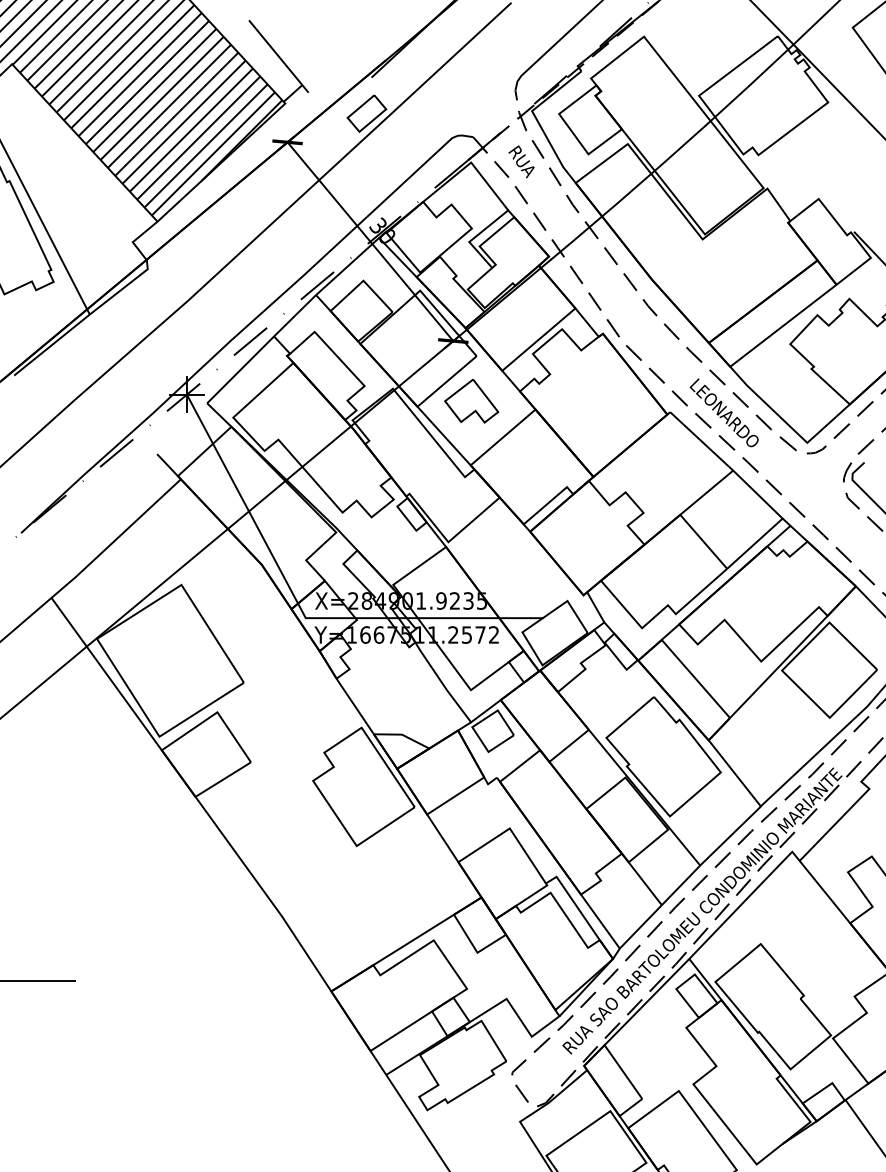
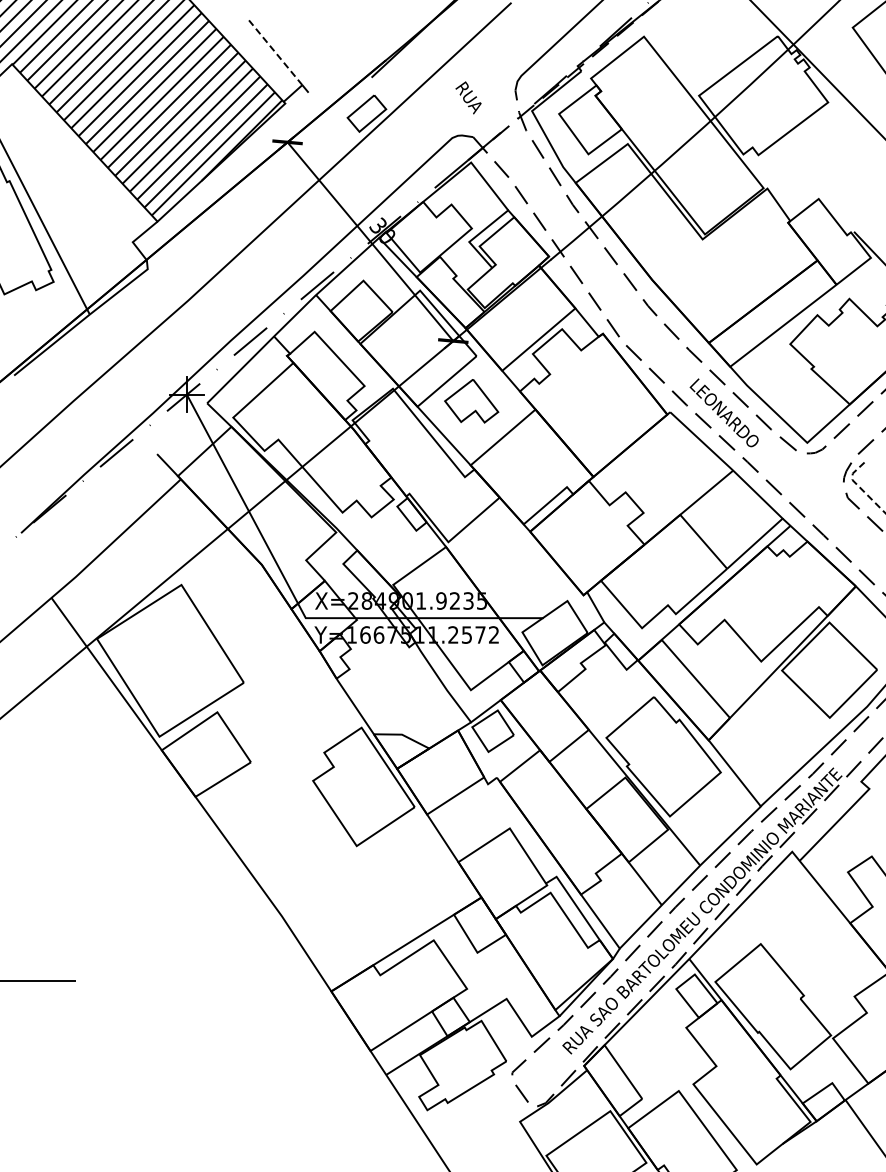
line at (275, 52): solid -> dashed
text at (521, 161) position: (521, 161) -> (468, 97)
line at (860, 487): solid -> dashed
